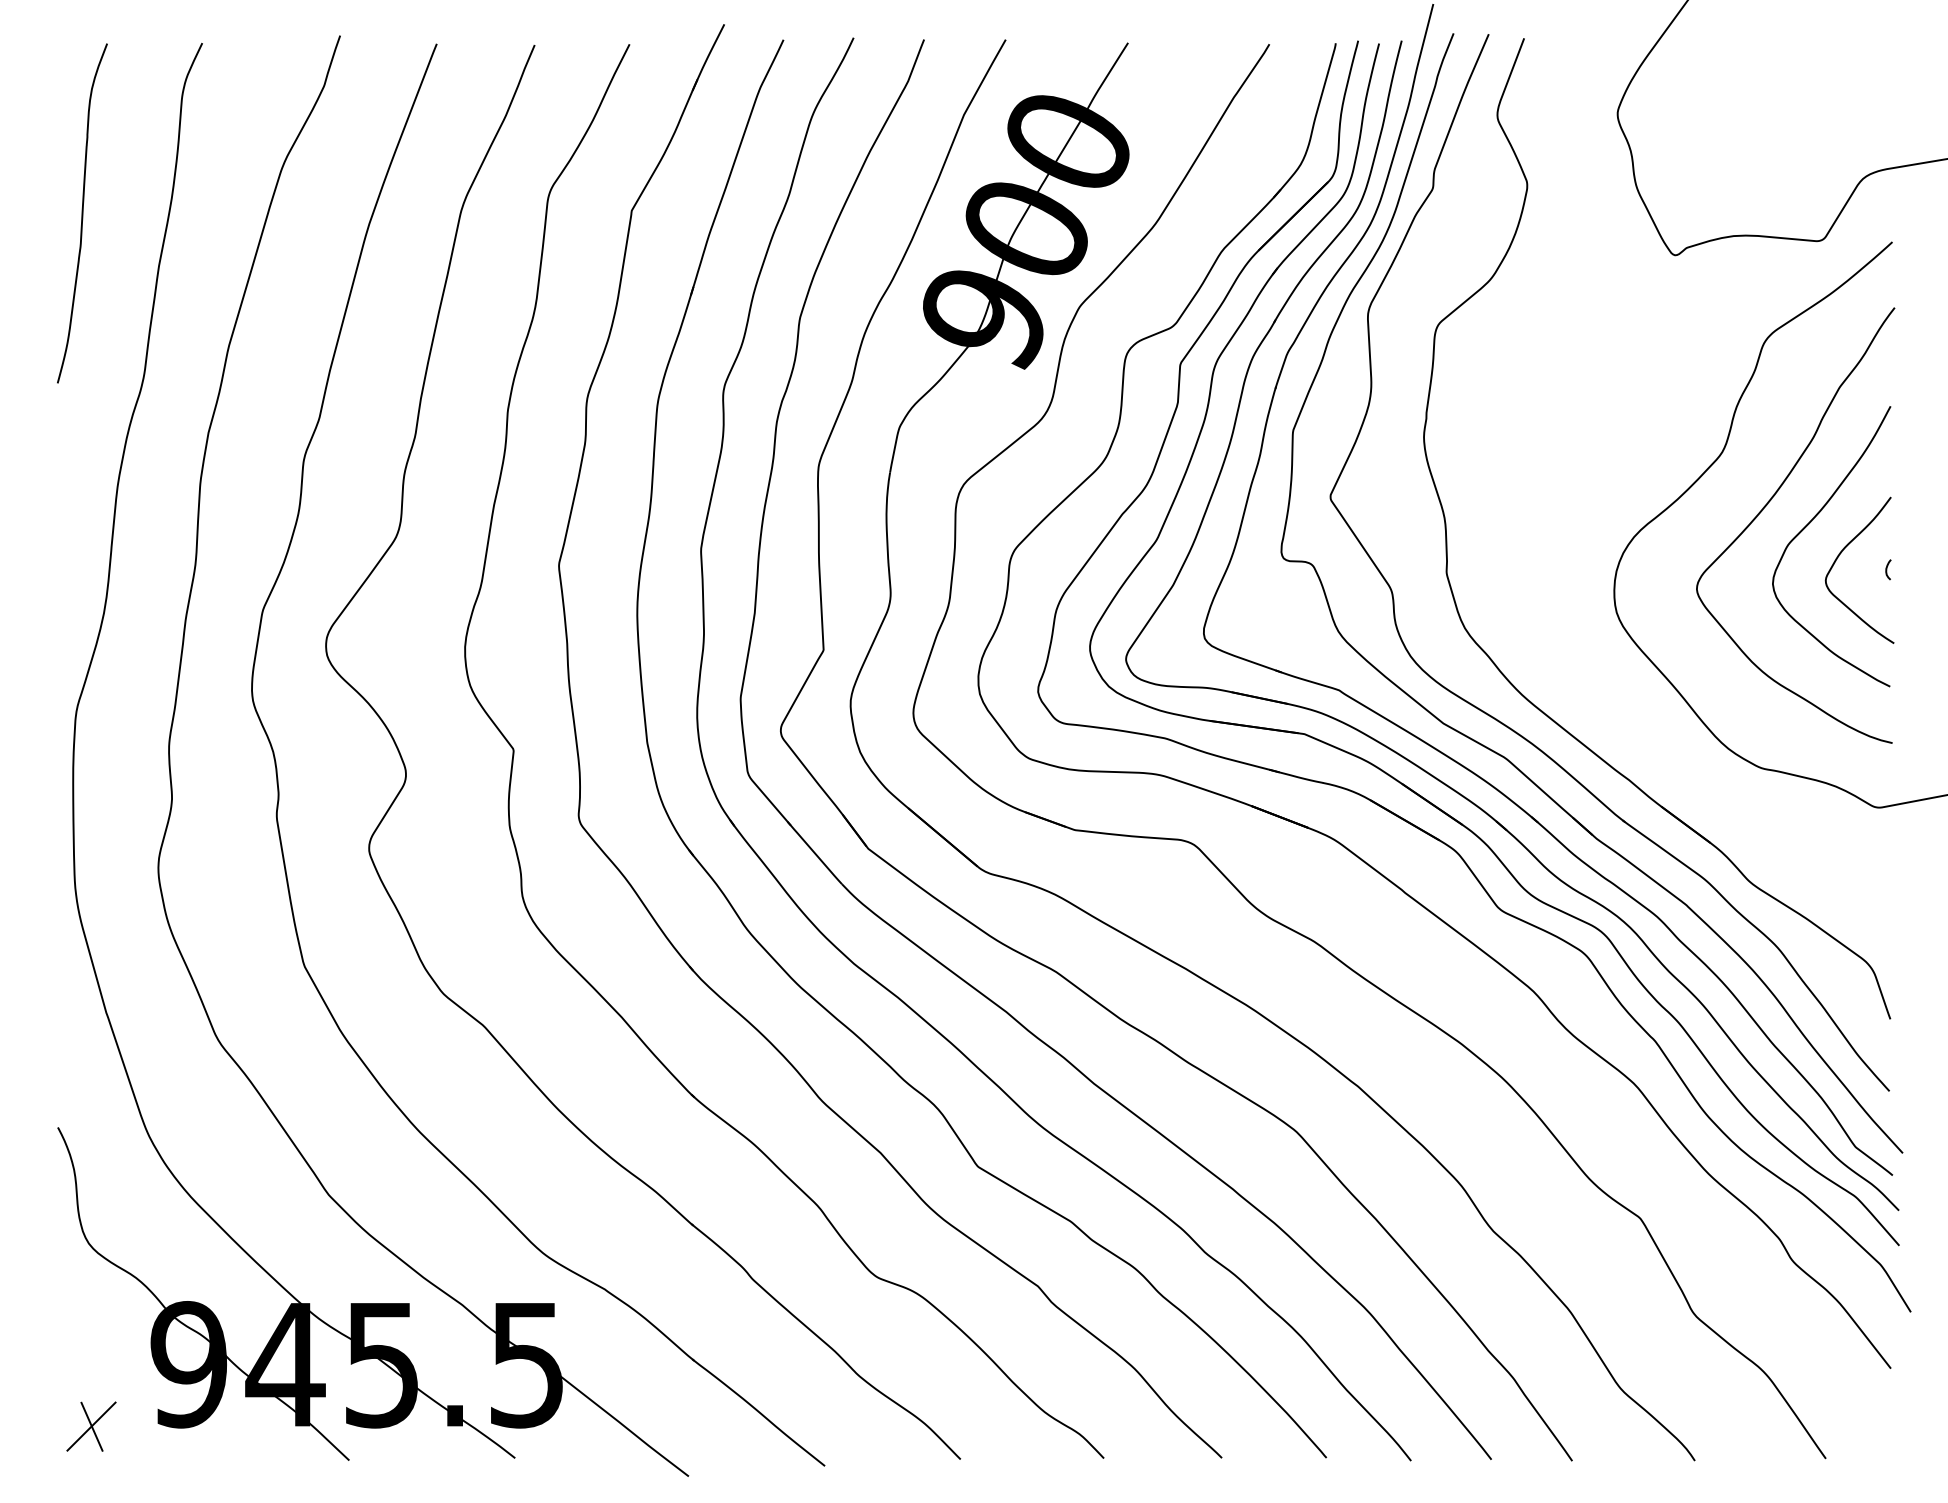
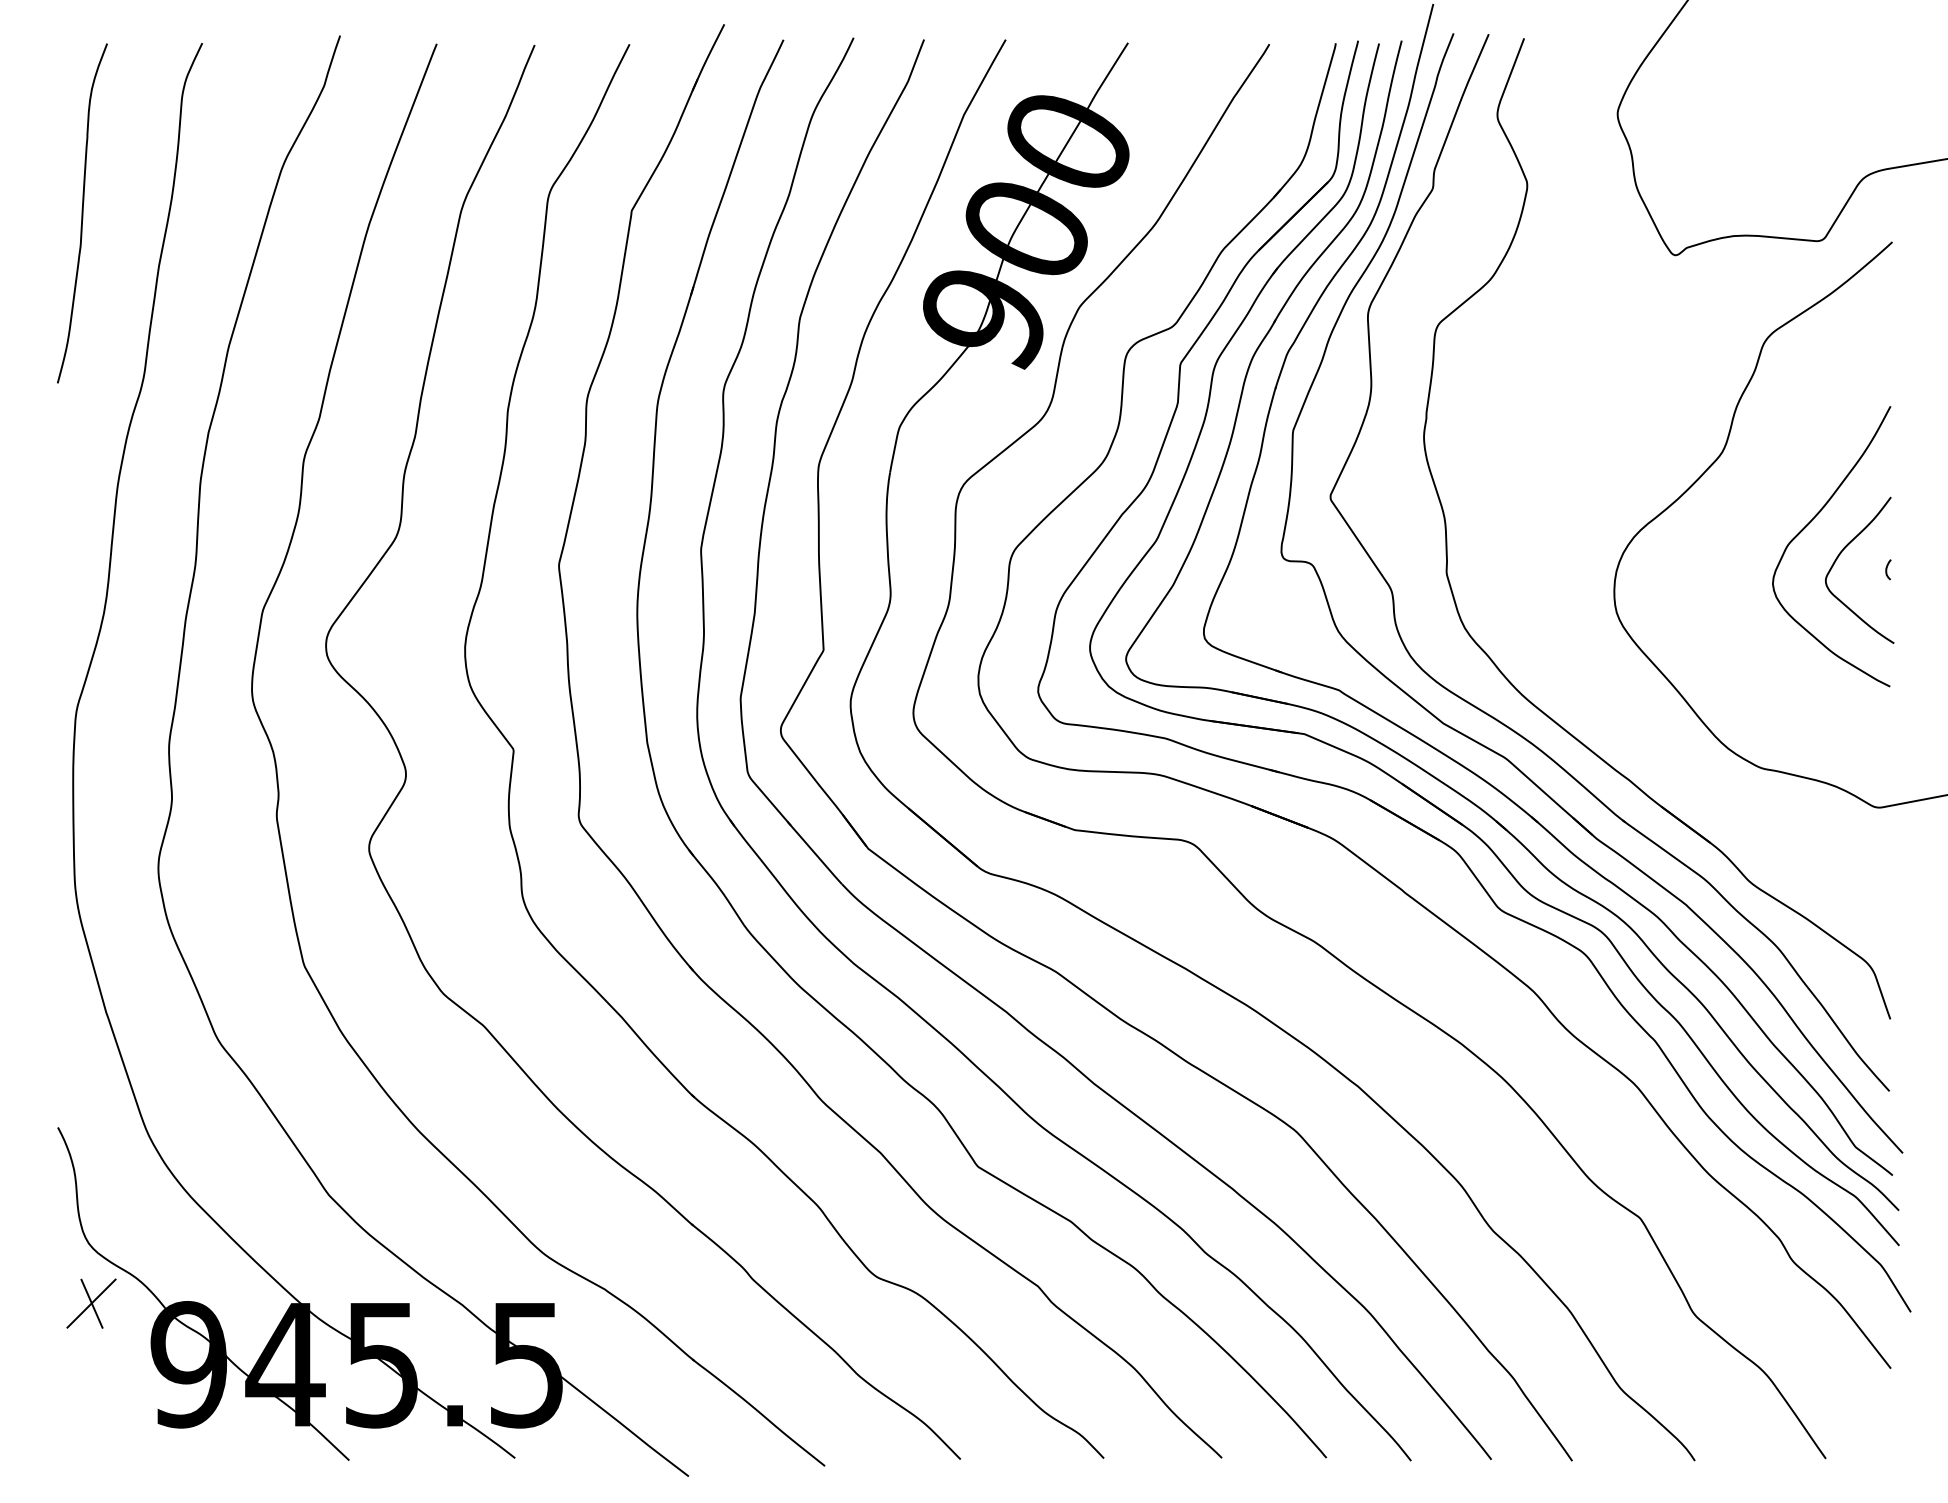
curve at (1767, 505): present -> none
part at (91, 1426) position: (91, 1426) -> (91, 1303)
